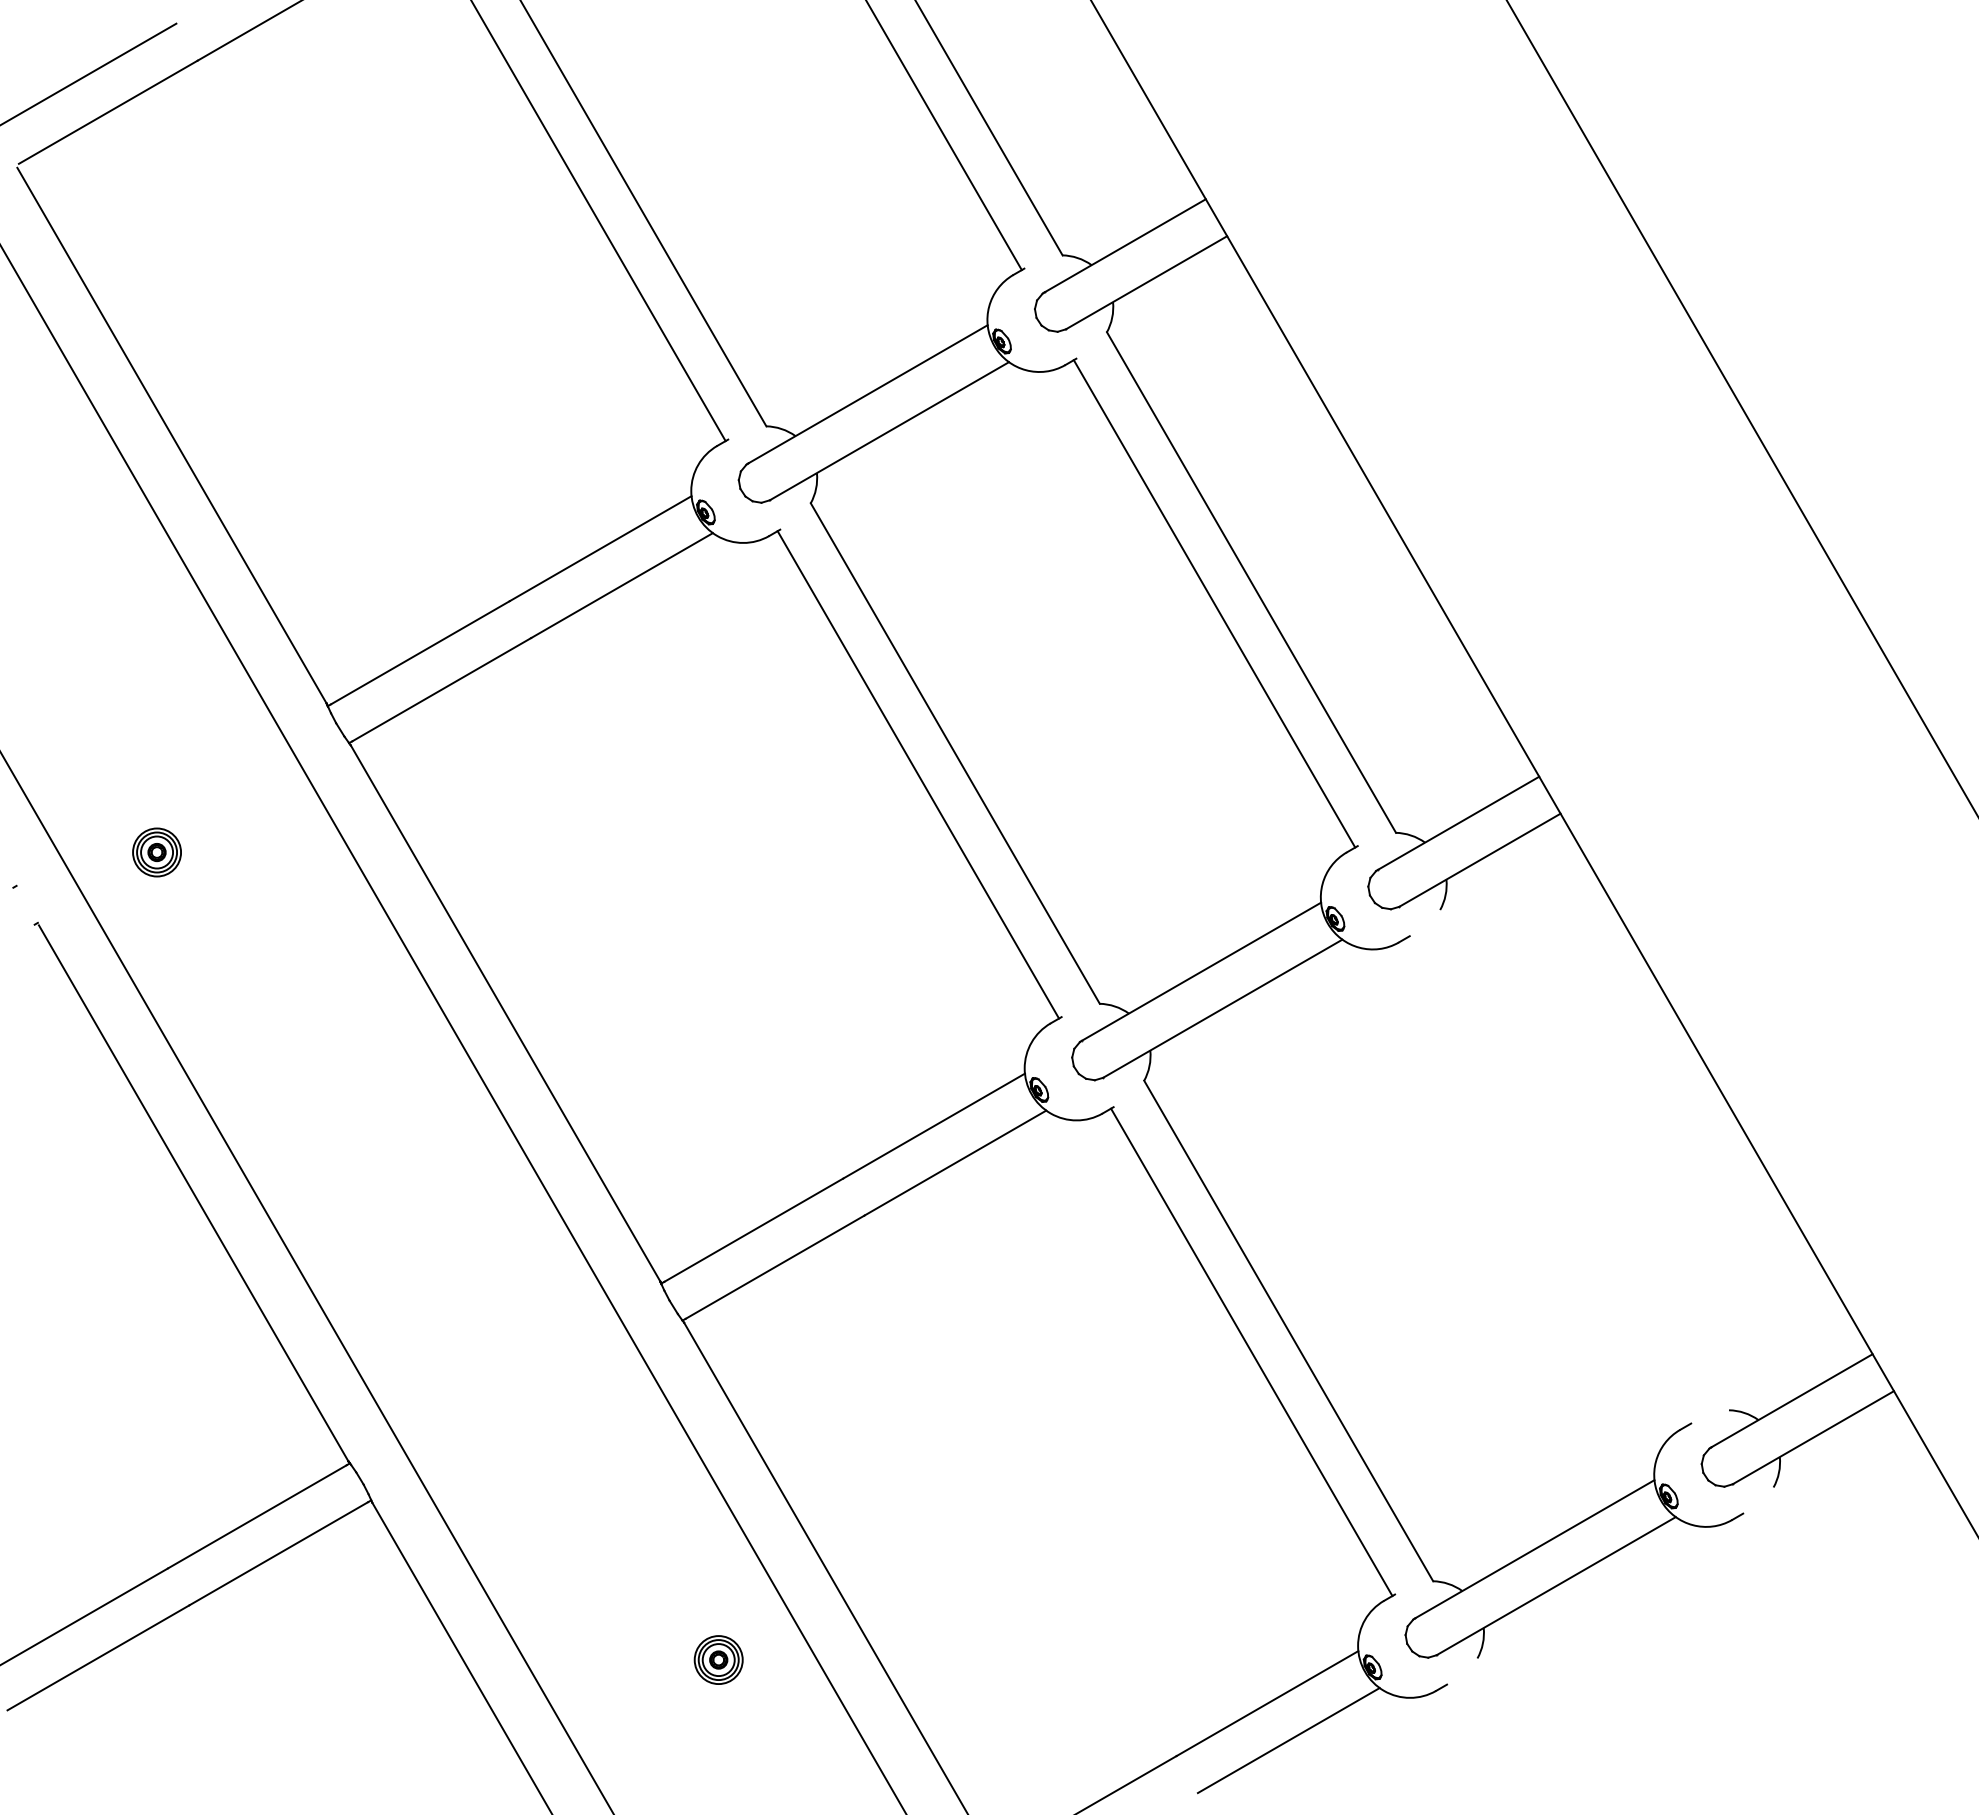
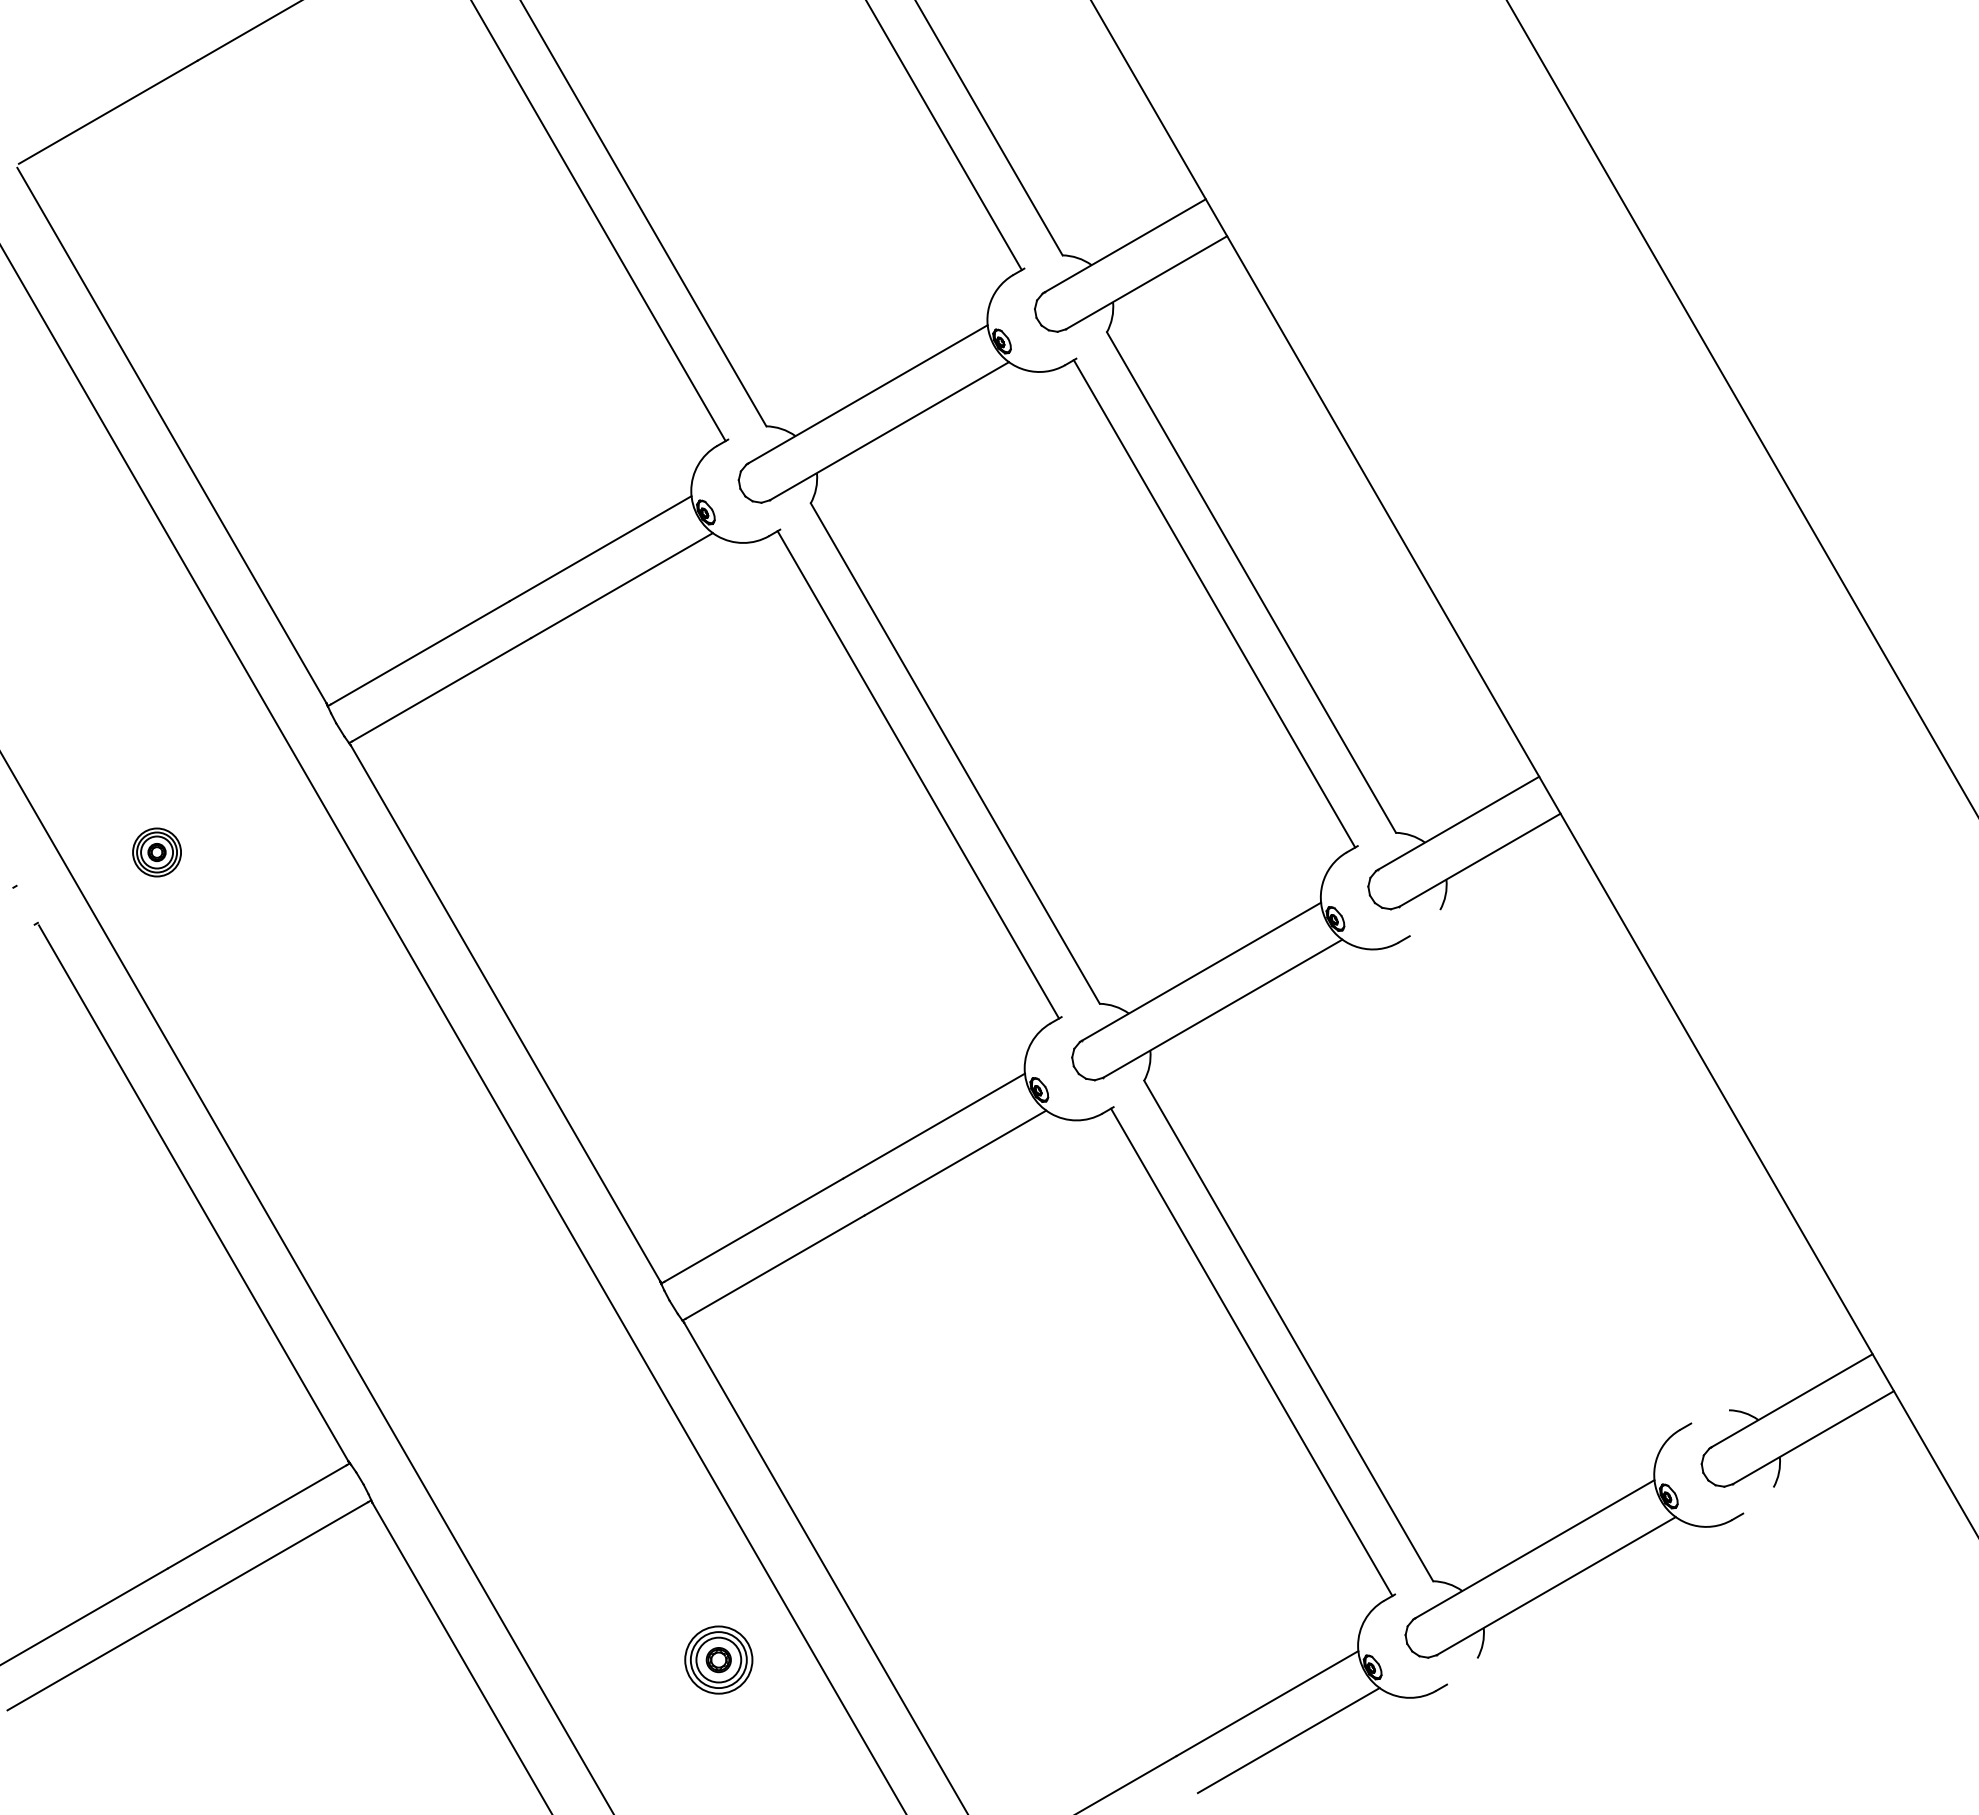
line at (89, 73): present -> none
part at (718, 1659) size: 51x50 px -> 70x70 px
